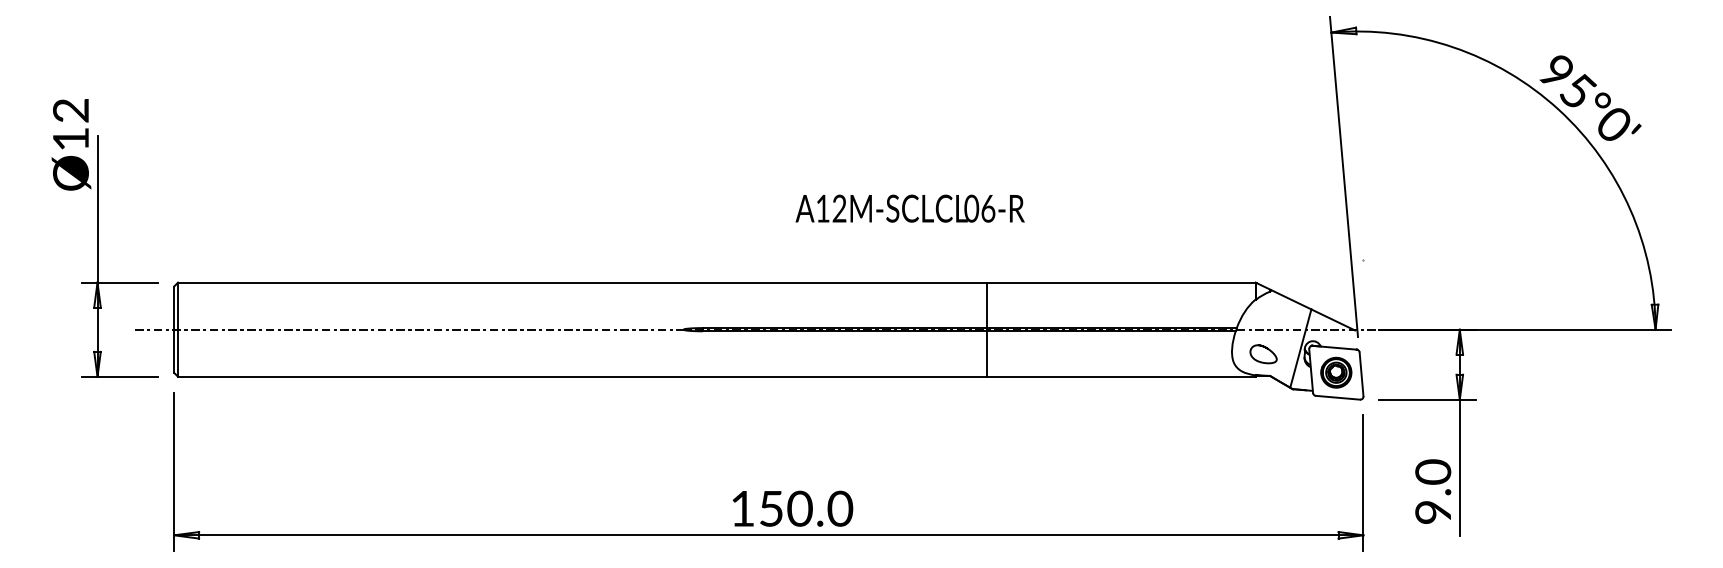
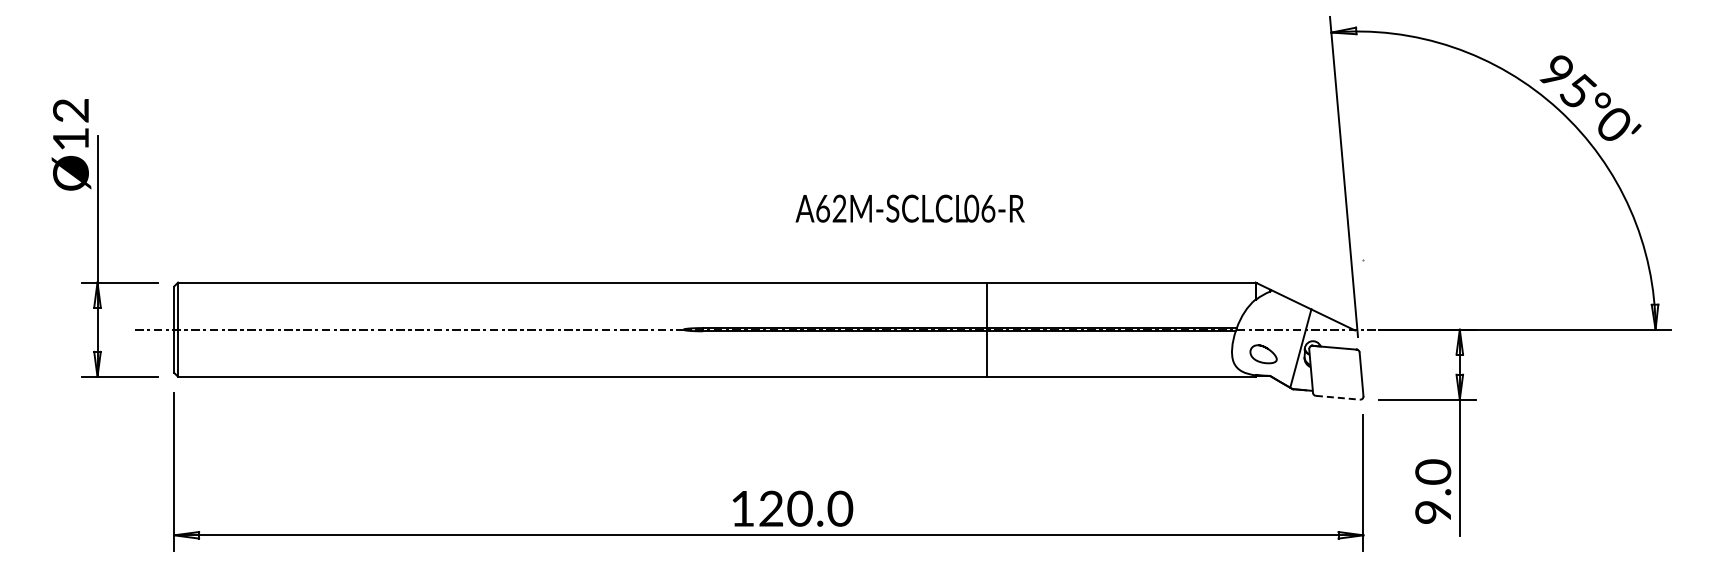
text at (822, 208): A12M-SCLCL -> A62M-SCLCL
part at (1336, 372): present -> none
line at (1338, 397): solid -> dashed
text at (770, 508): 150.0 -> 120.0
